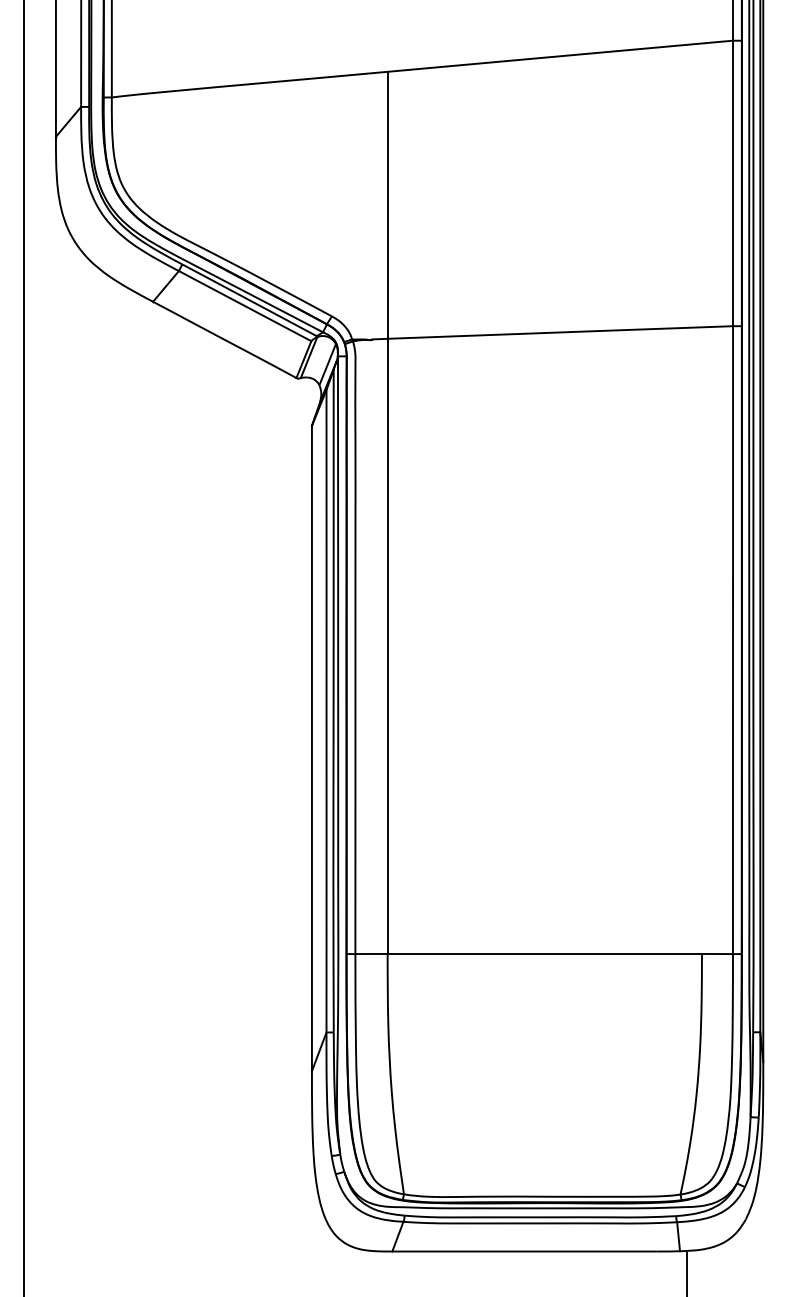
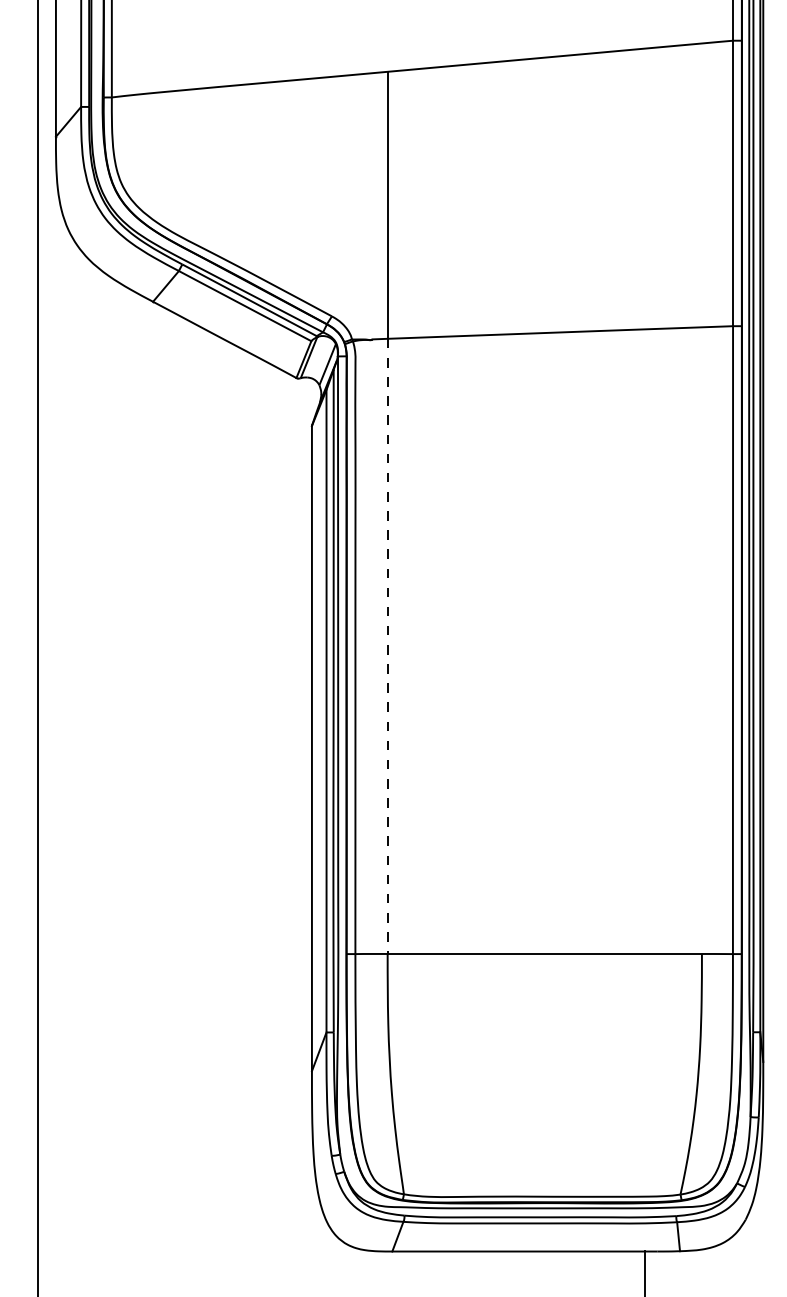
line at (387, 646): solid -> dashed
line at (23, 647) position: (23, 647) -> (37, 647)
line at (687, 1271) position: (687, 1271) -> (645, 1271)
